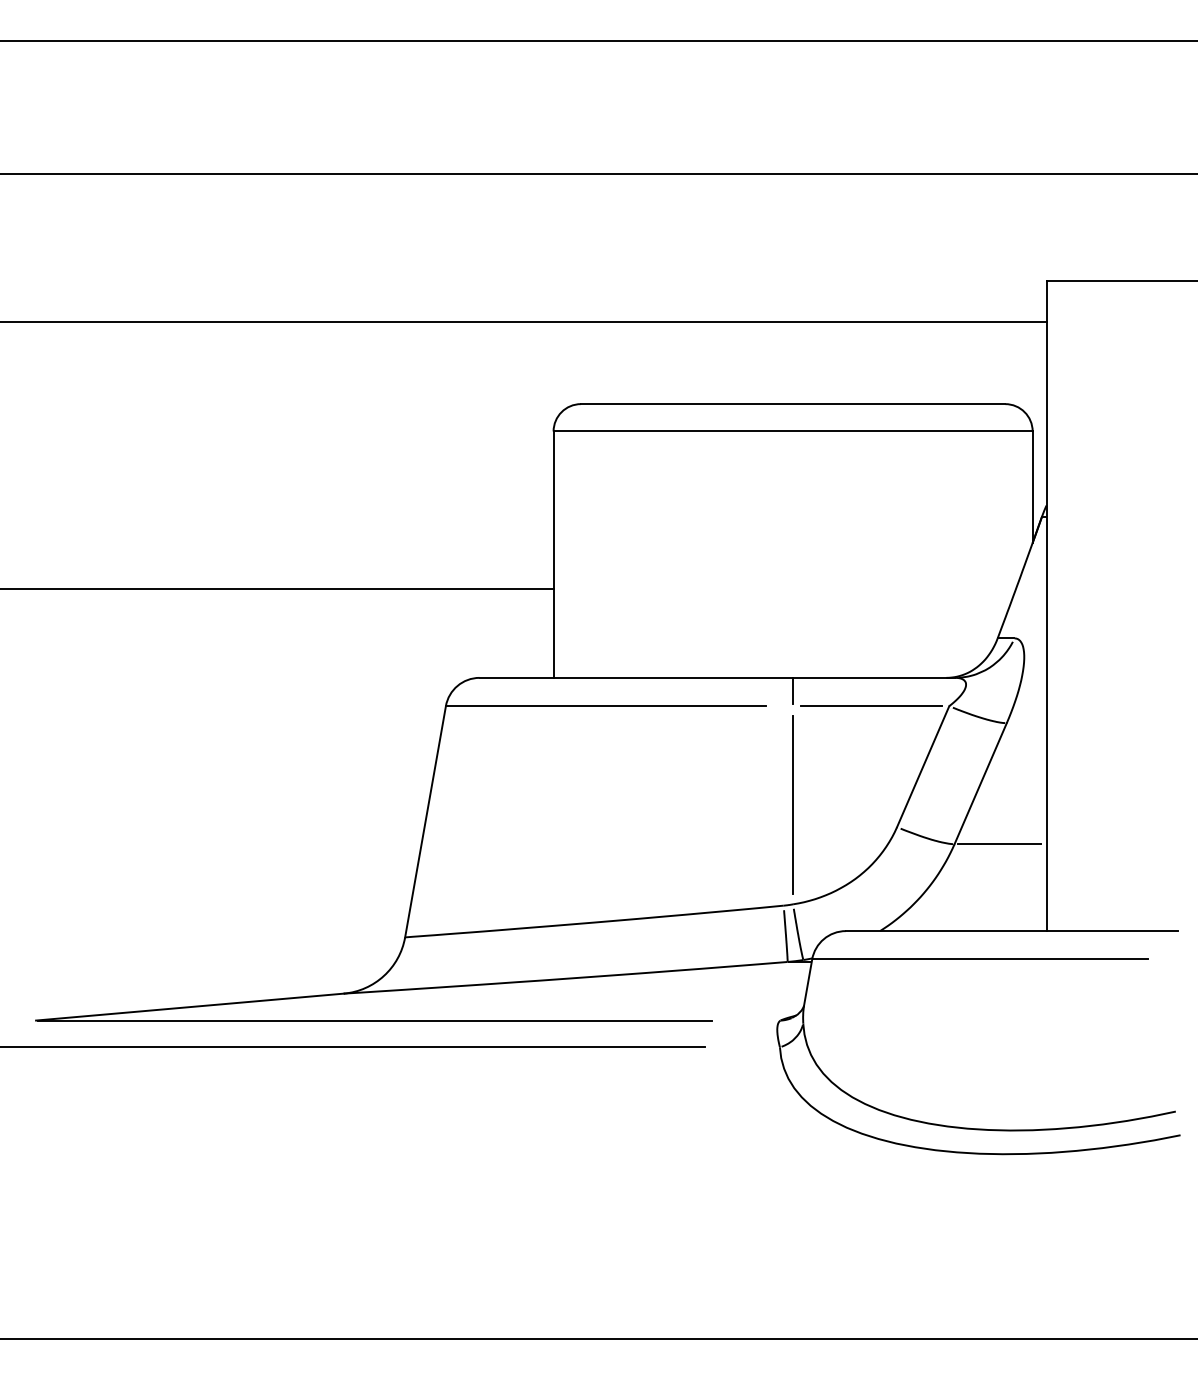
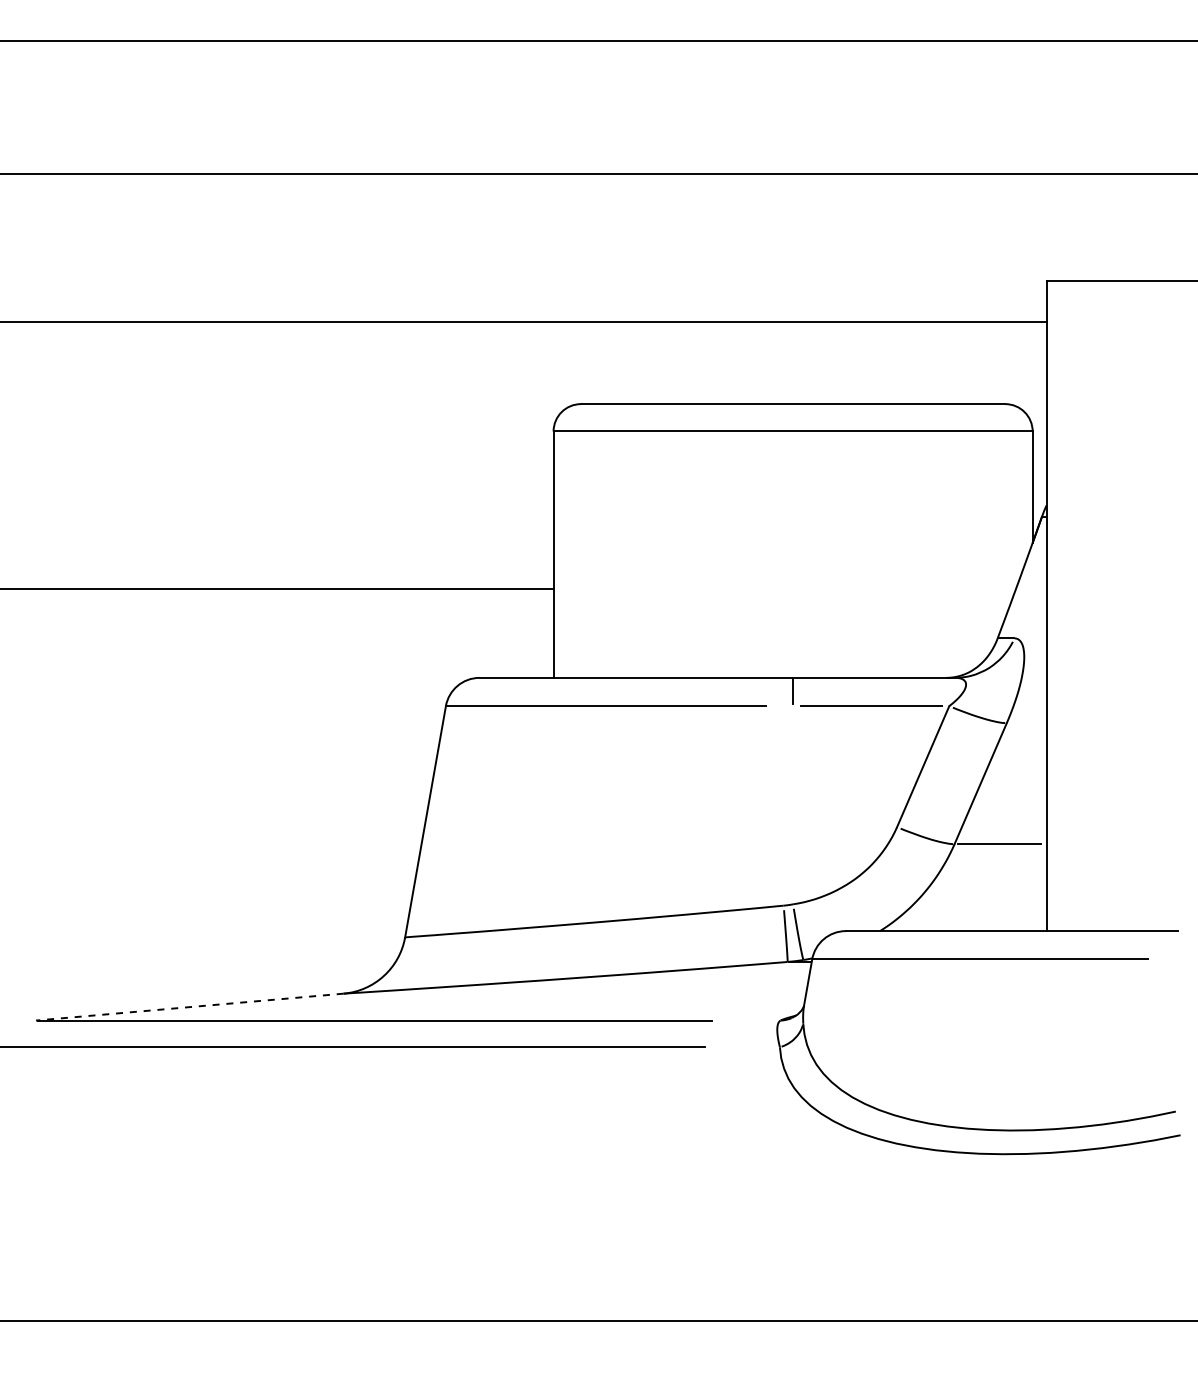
line at (792, 804): present -> none
line at (189, 1007): solid -> dashed
line at (598, 1338) position: (598, 1338) -> (598, 1320)
